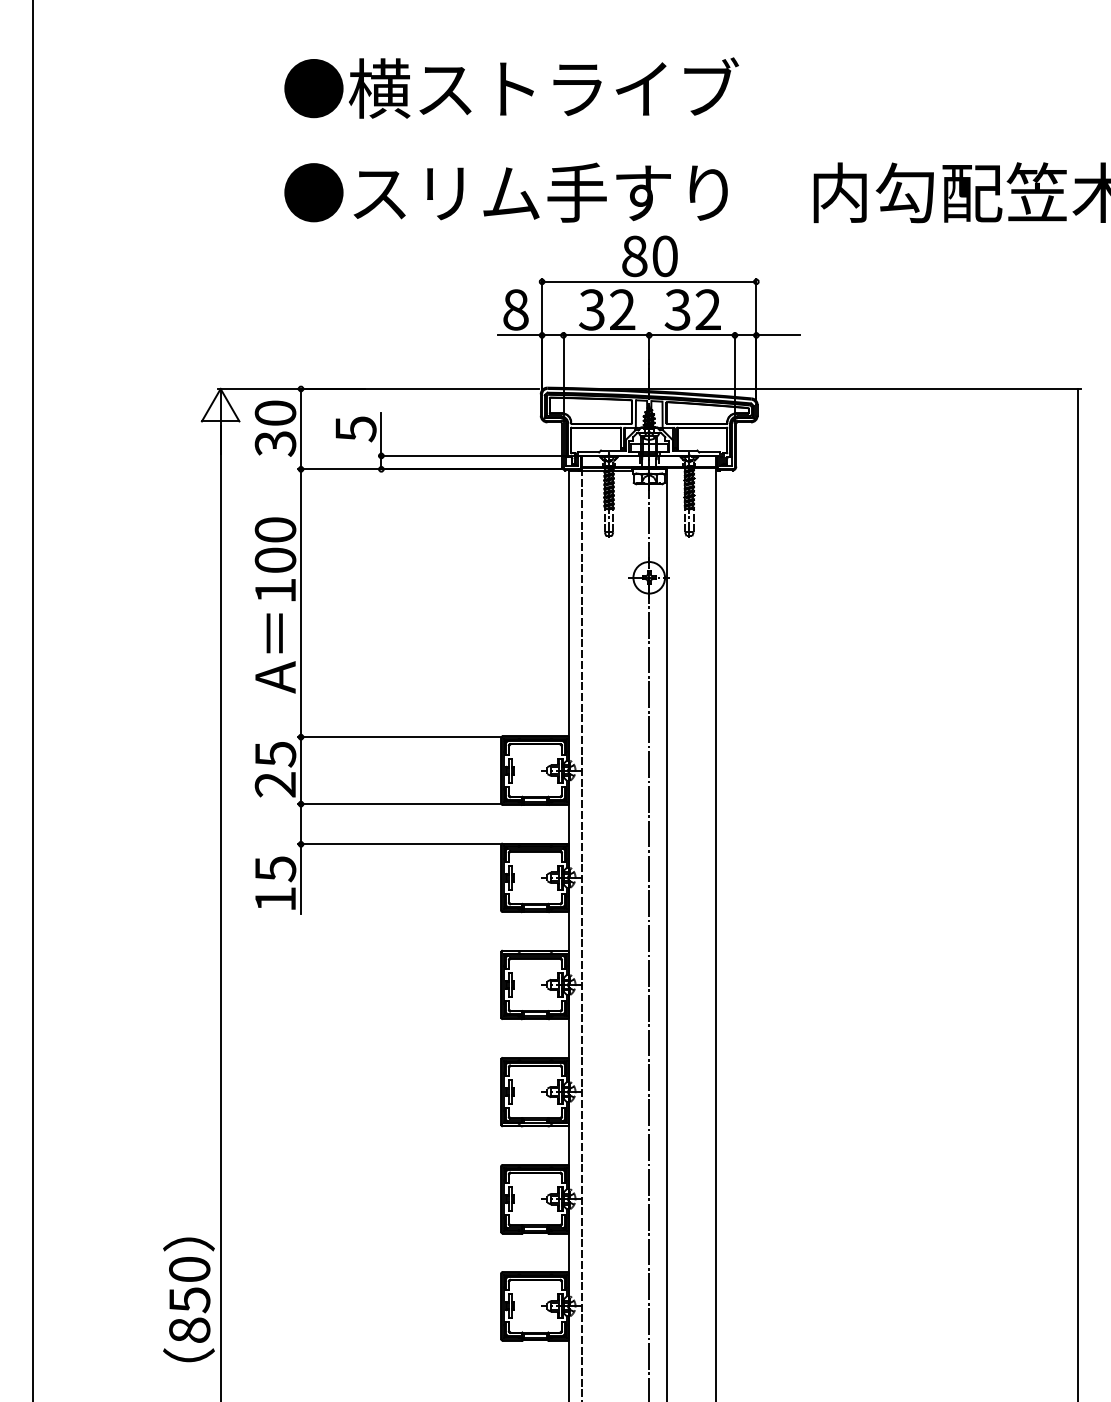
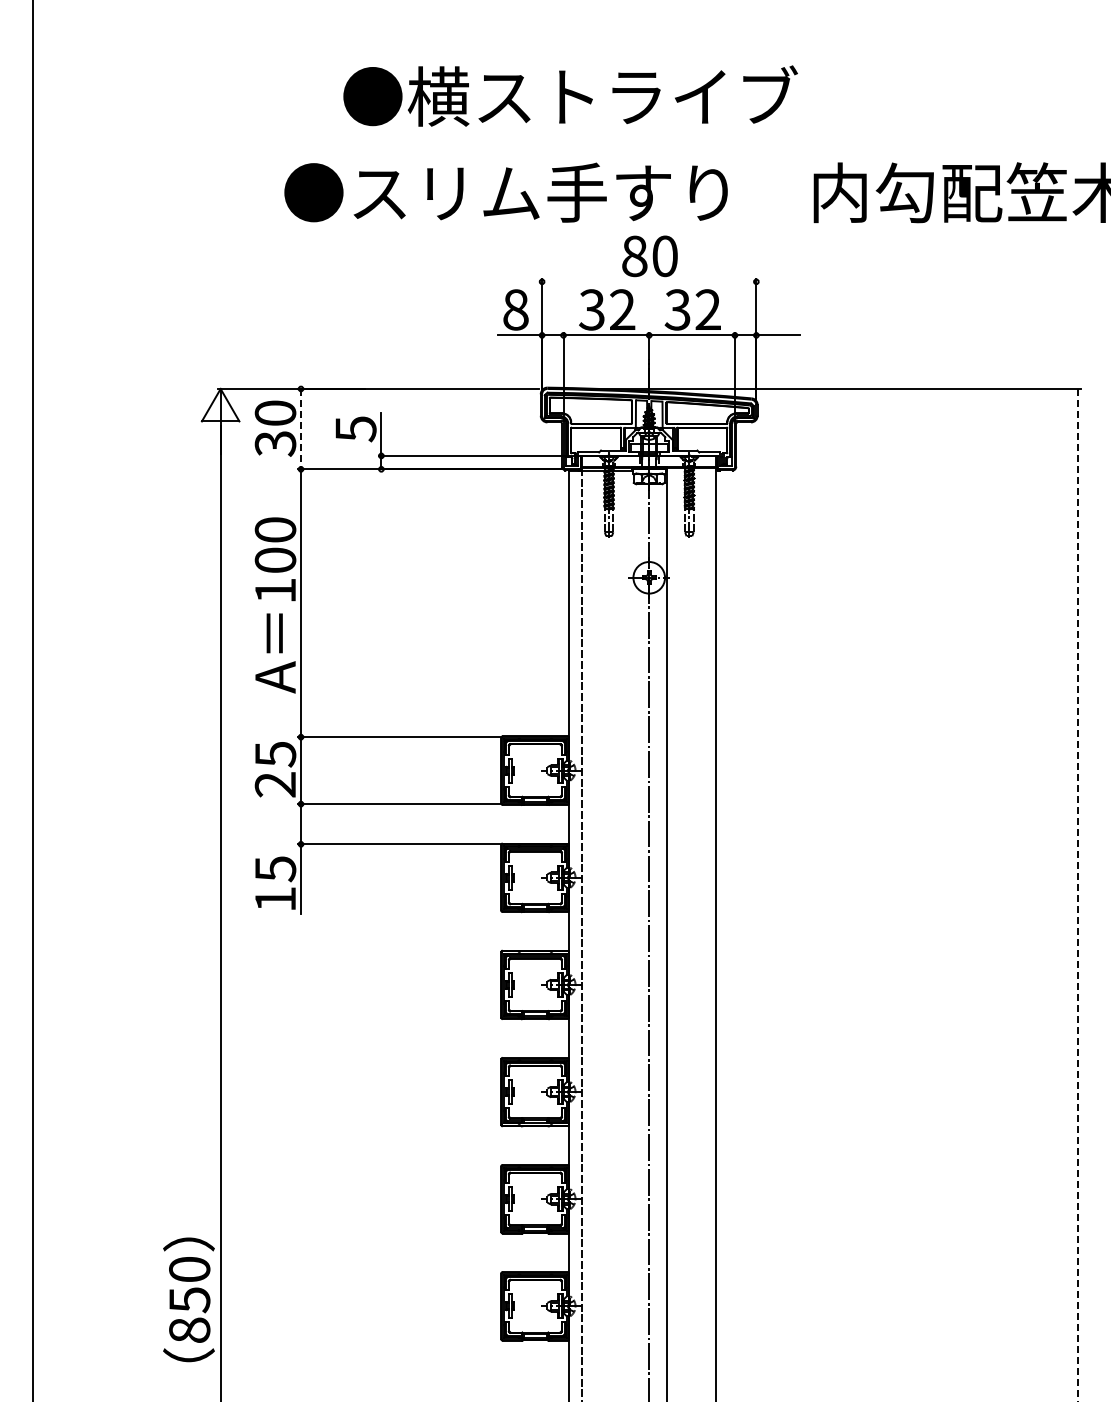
text at (511, 87) position: (511, 87) -> (570, 95)
line at (649, 281): present -> none
line at (301, 429): solid -> dashed
line at (1077, 895): solid -> dashed
